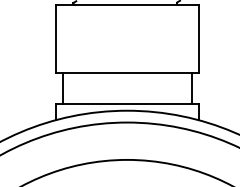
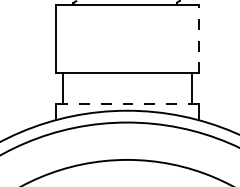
line at (198, 39): solid -> dashed
line at (126, 103): solid -> dashed
